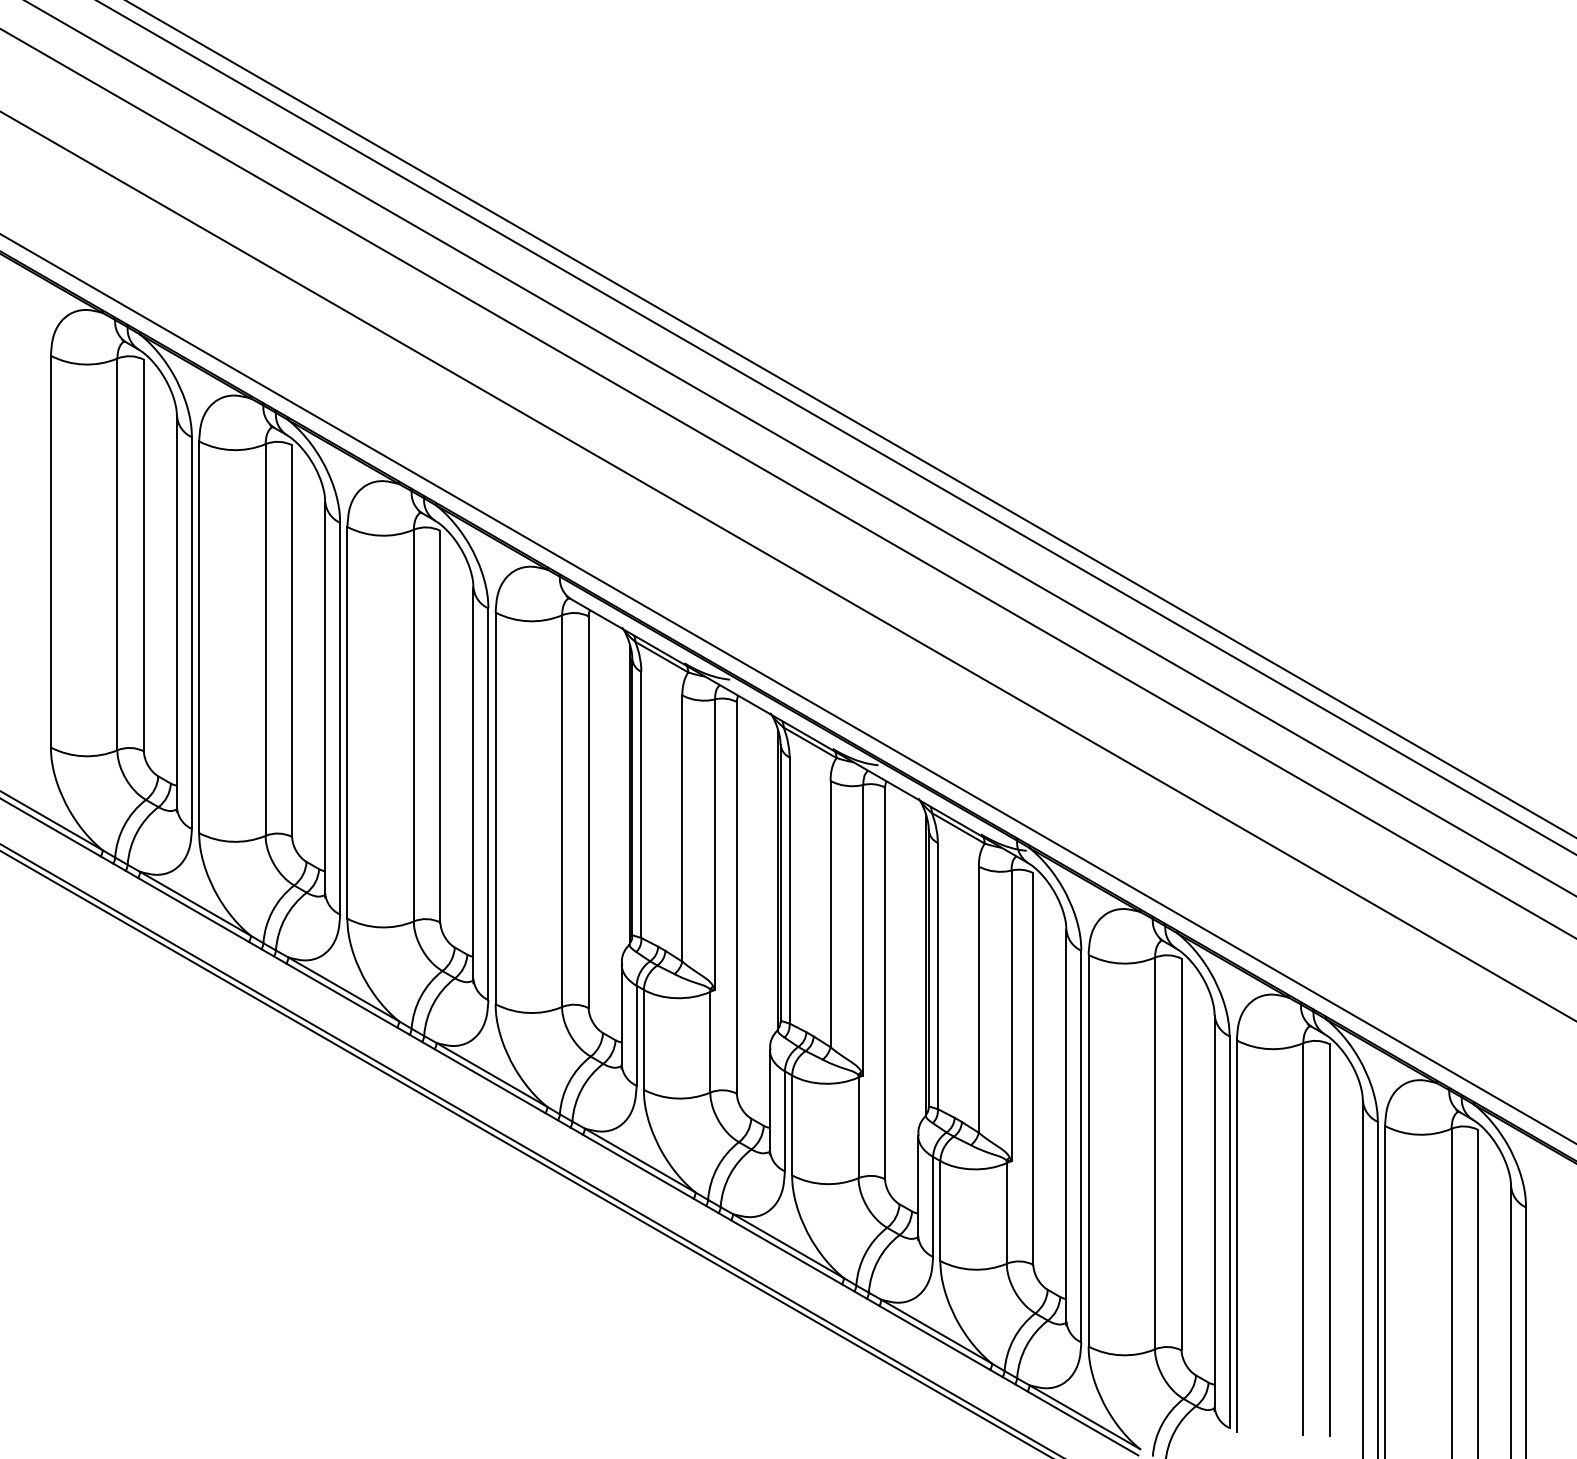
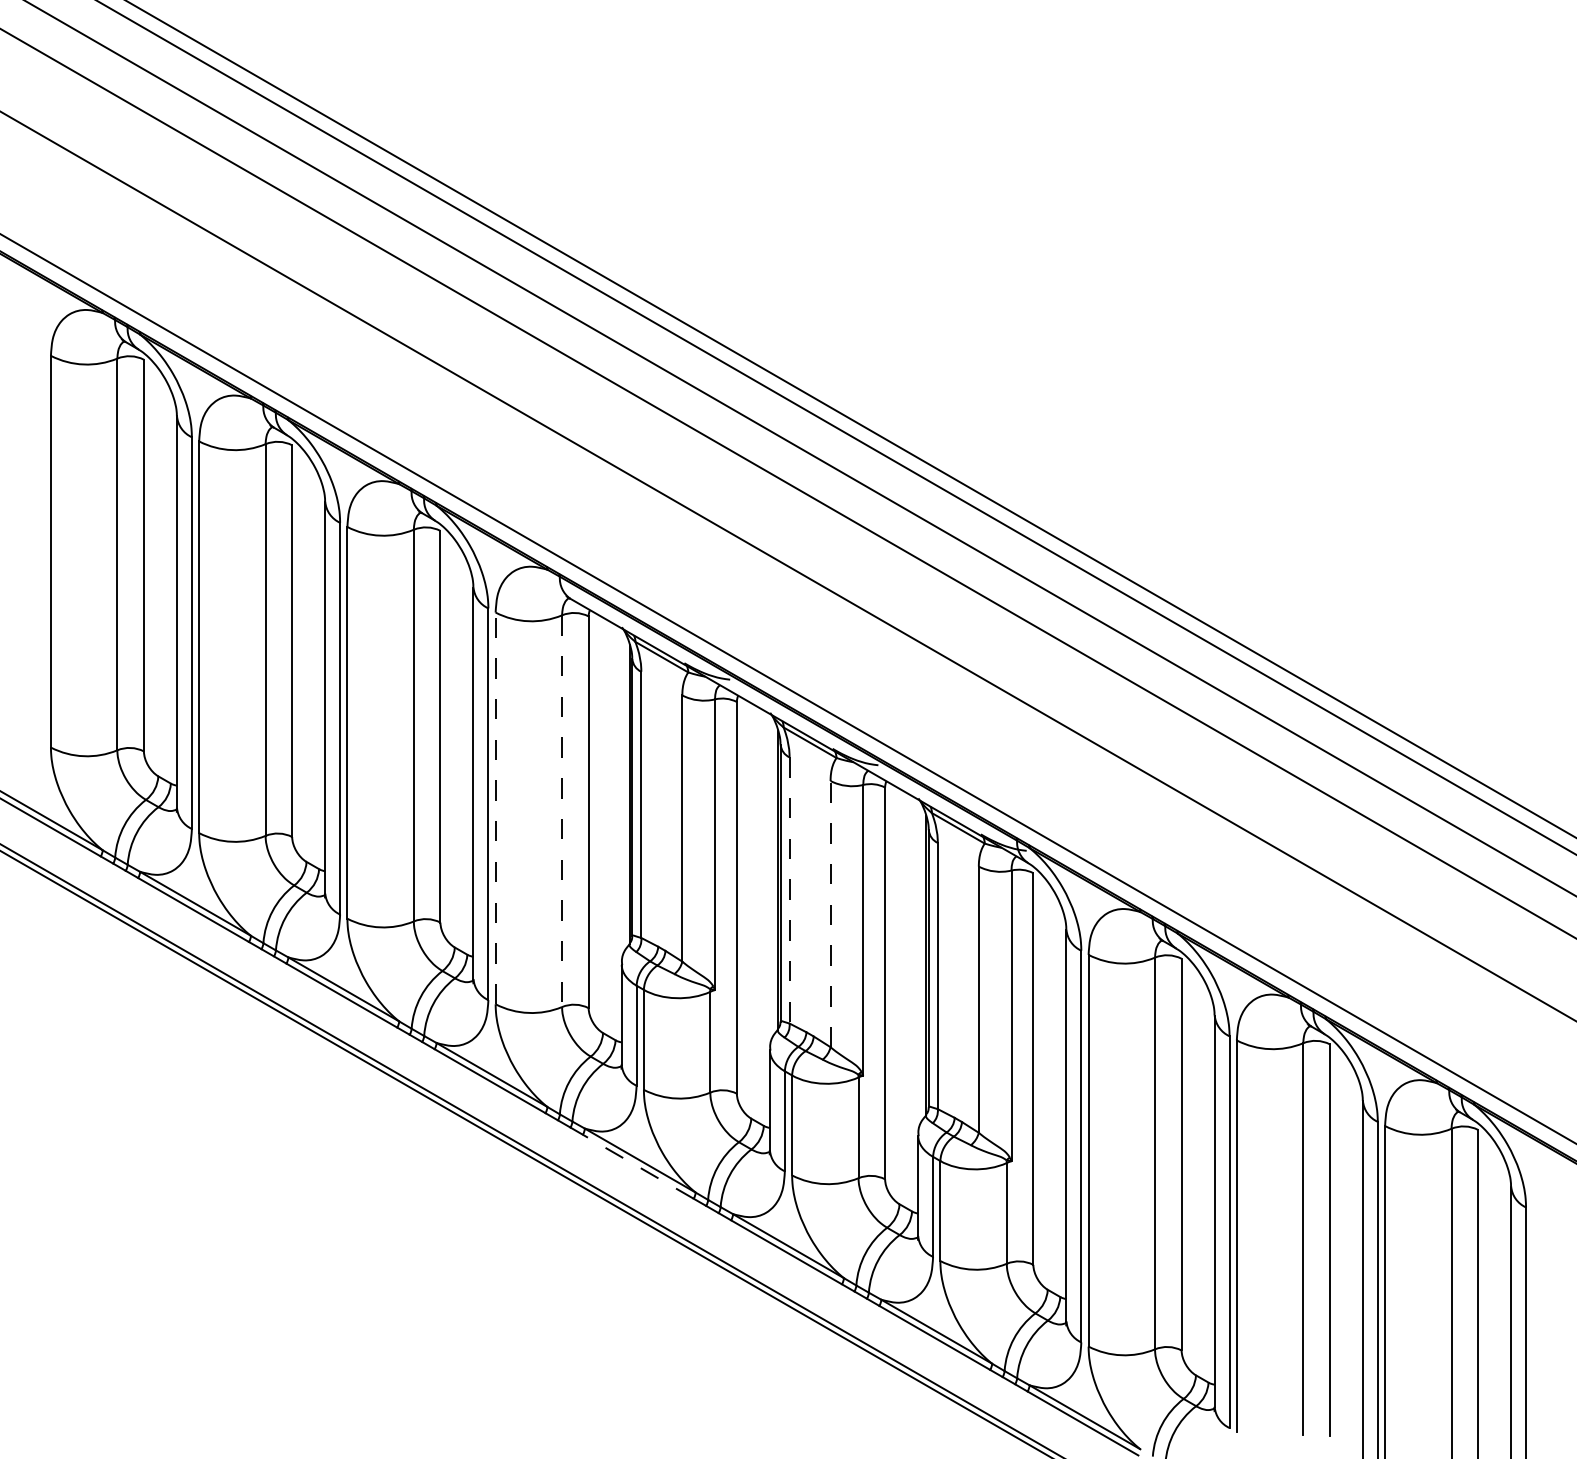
line at (495, 808): solid -> dashed
line at (562, 811): solid -> dashed
line at (789, 890): solid -> dashed
line at (830, 913): solid -> dashed
line at (638, 1166): solid -> dashed
